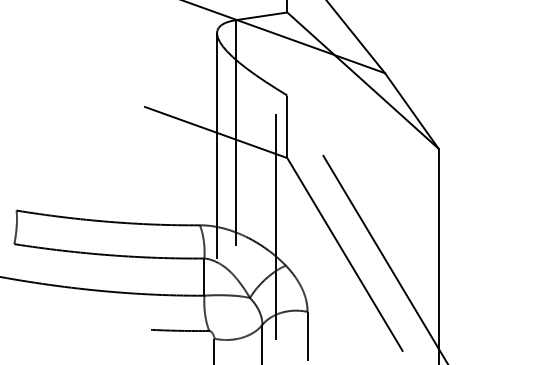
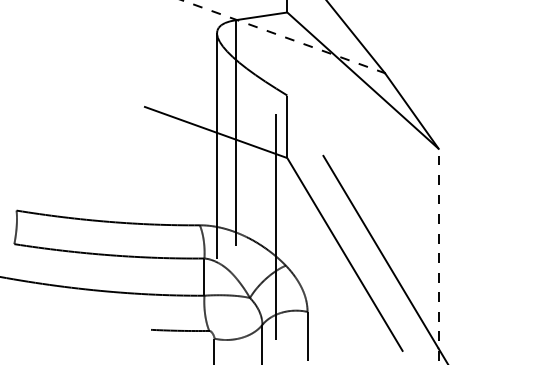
line at (283, 36): solid -> dashed
line at (438, 256): solid -> dashed
